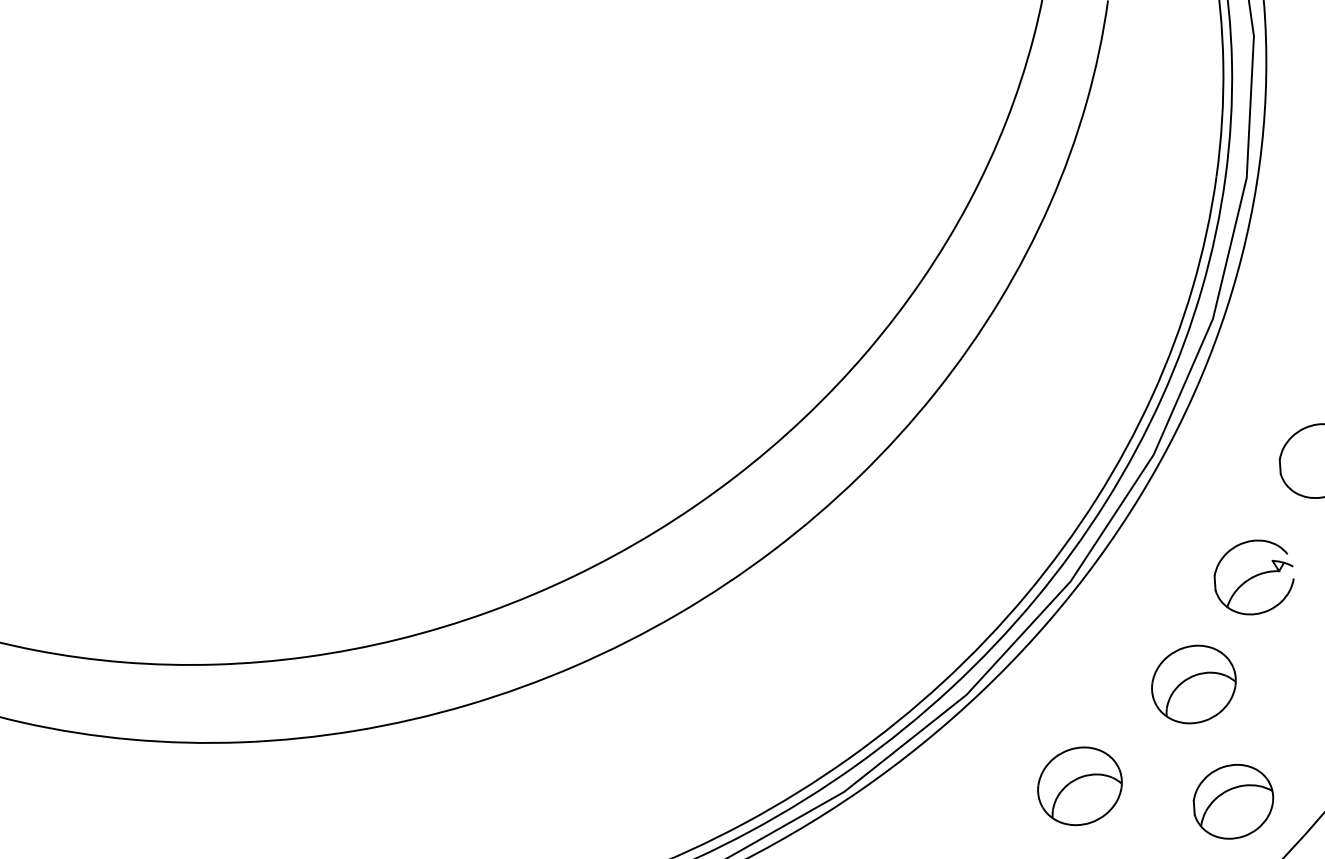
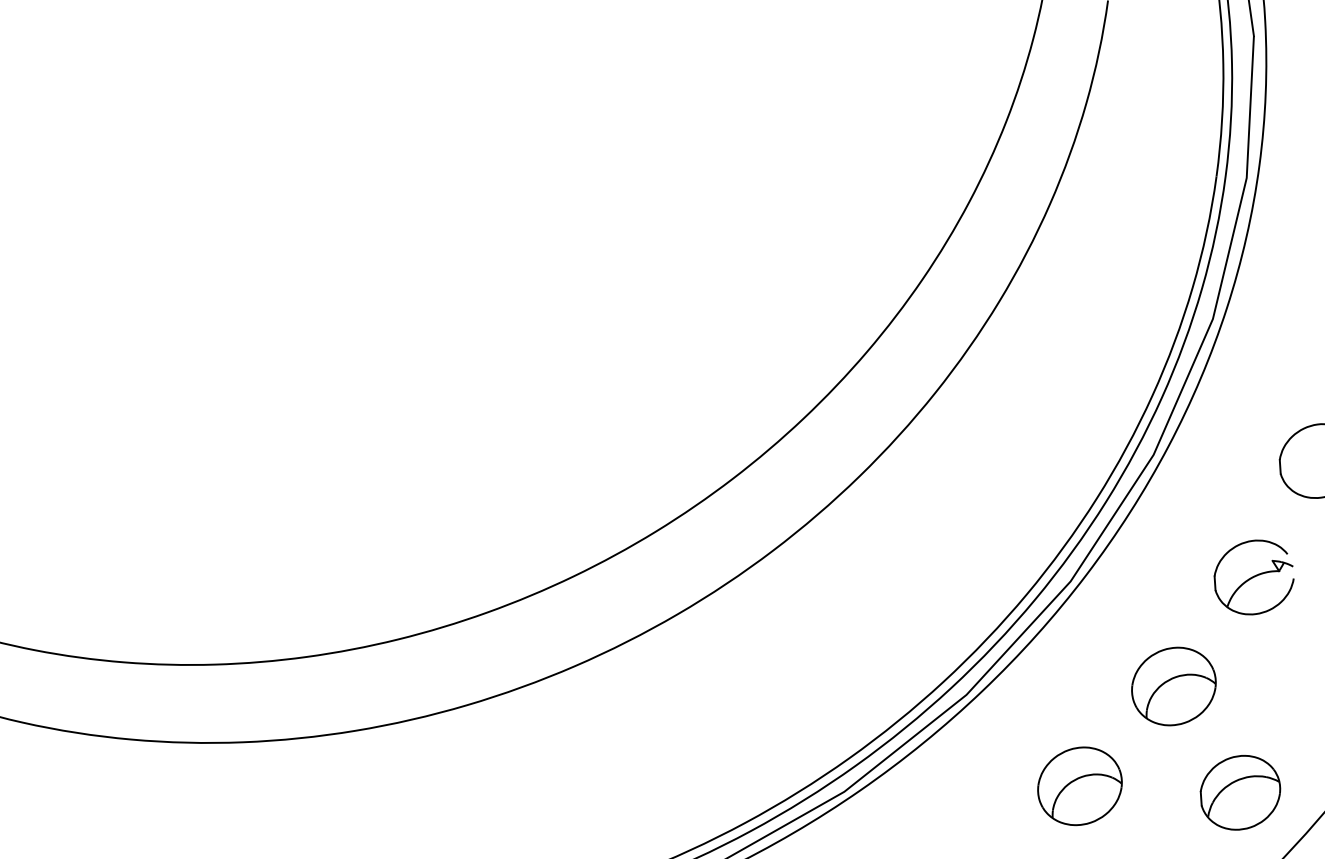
part at (1193, 684) position: (1193, 684) -> (1173, 686)
part at (1233, 801) position: (1233, 801) -> (1240, 792)
